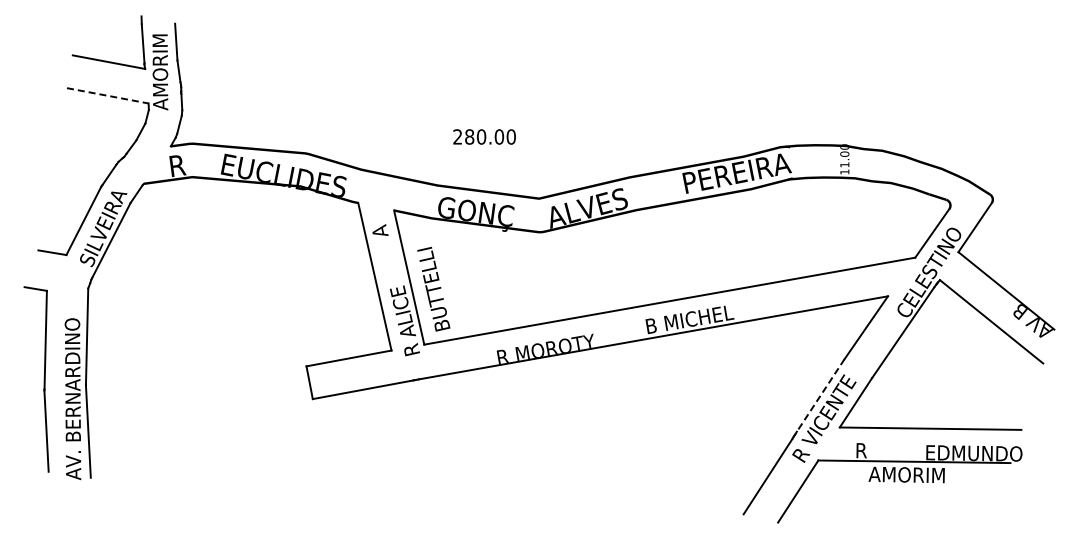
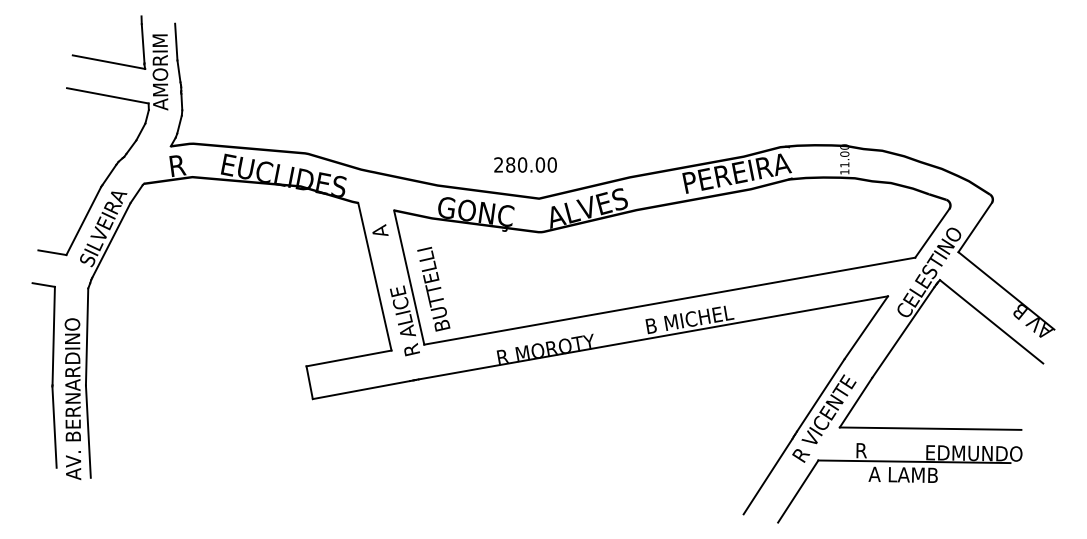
line at (107, 95): dashed -> solid
text at (484, 136) position: (484, 136) -> (525, 164)
part at (43, 379) position: (43, 379) -> (51, 375)
line at (820, 395): dashed -> solid
text at (913, 475): AMORIM -> A LAMB
